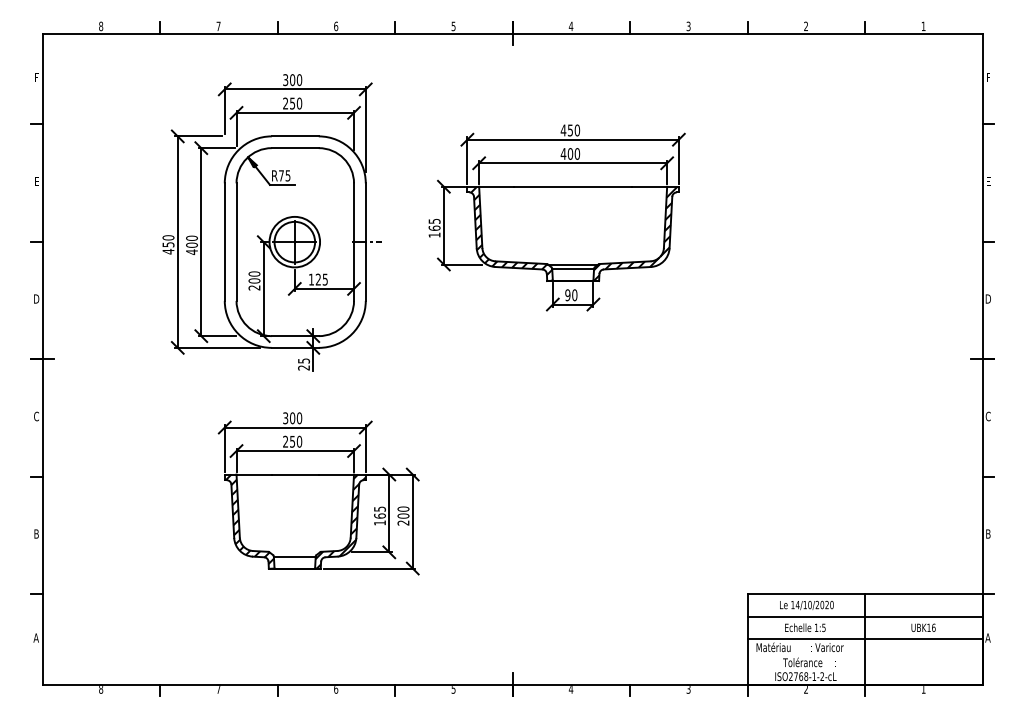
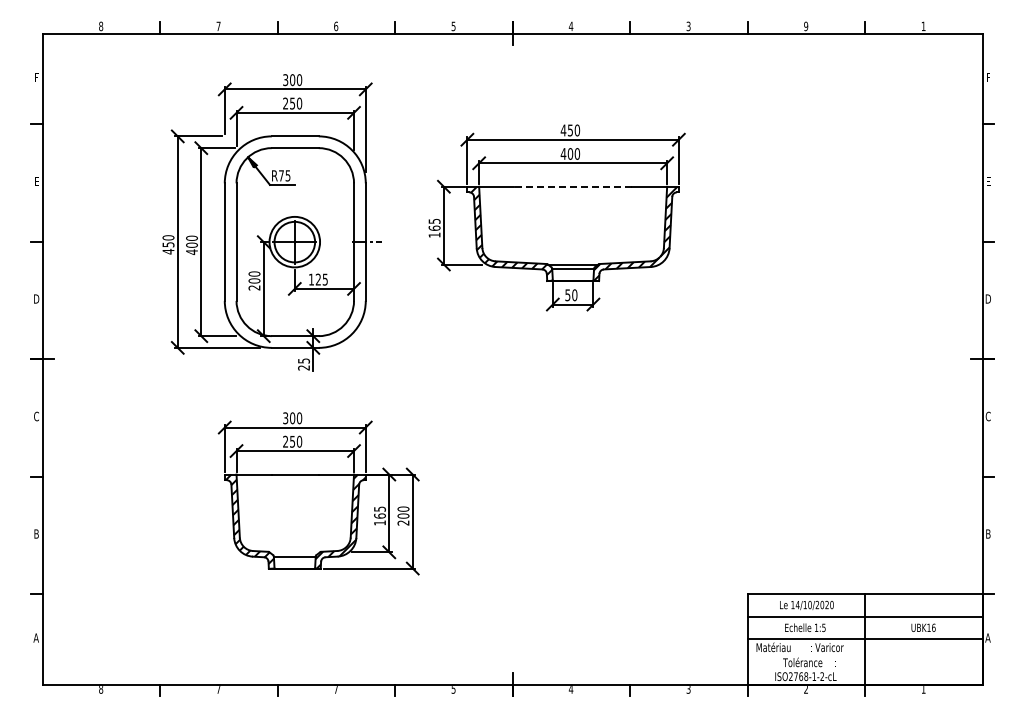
text at (806, 26): 2 -> 9
line at (573, 186): solid -> dashed
text at (567, 294): 90 -> 50
text at (336, 689): 6 -> 7
